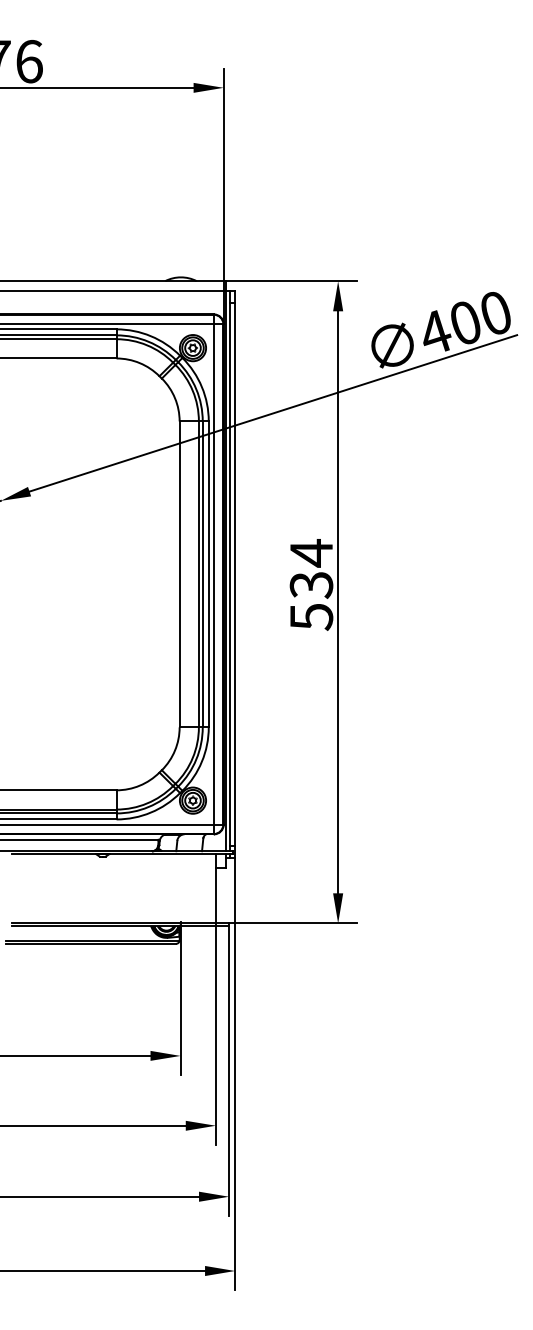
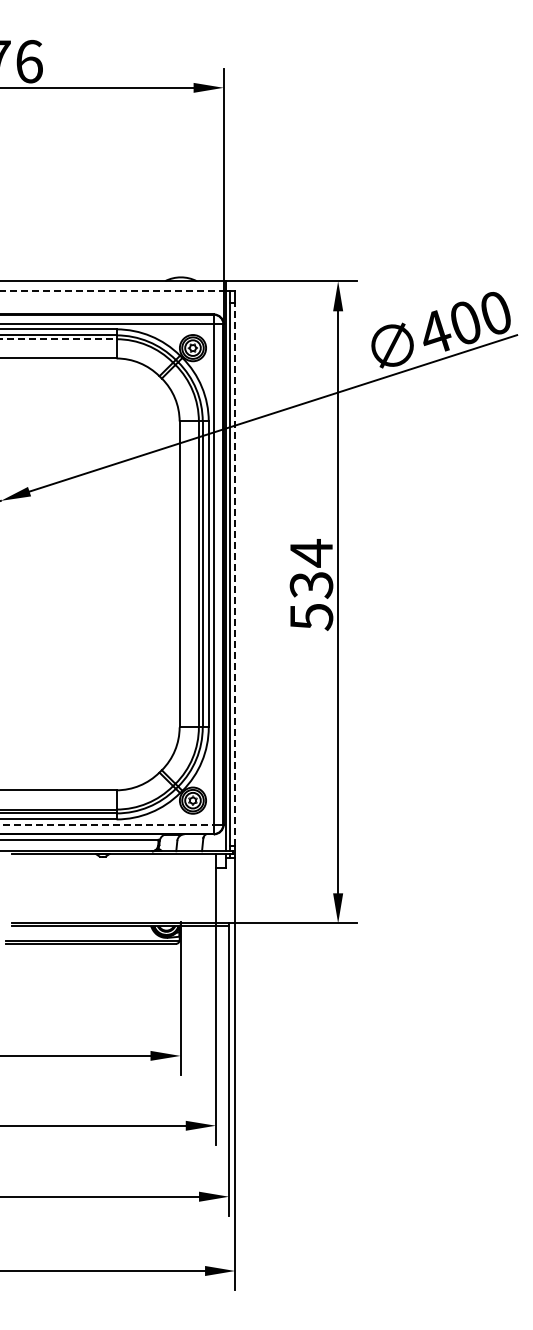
line at (112, 290): solid -> dashed
line at (58, 339): solid -> dashed
line at (235, 574): solid -> dashed
line at (107, 824): solid -> dashed
